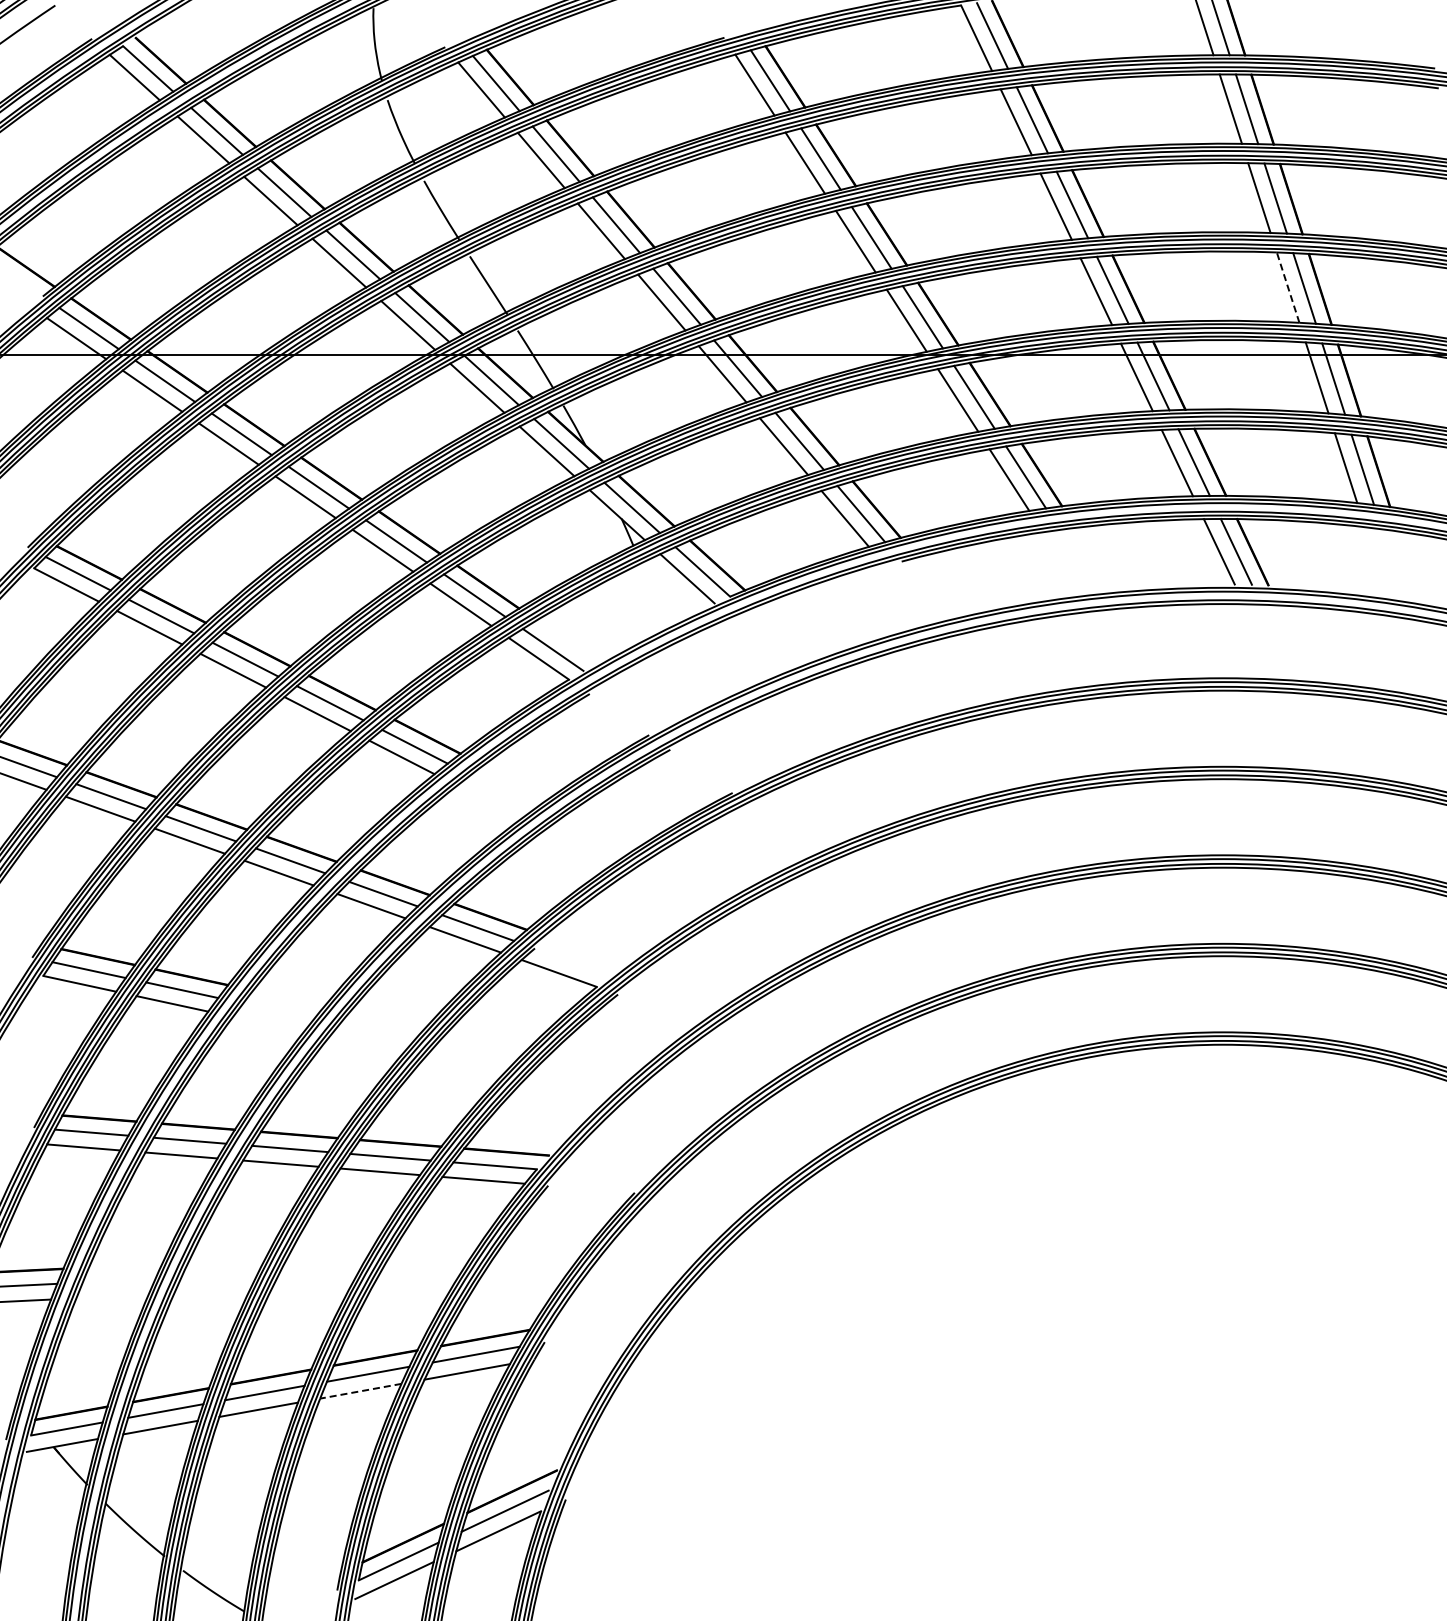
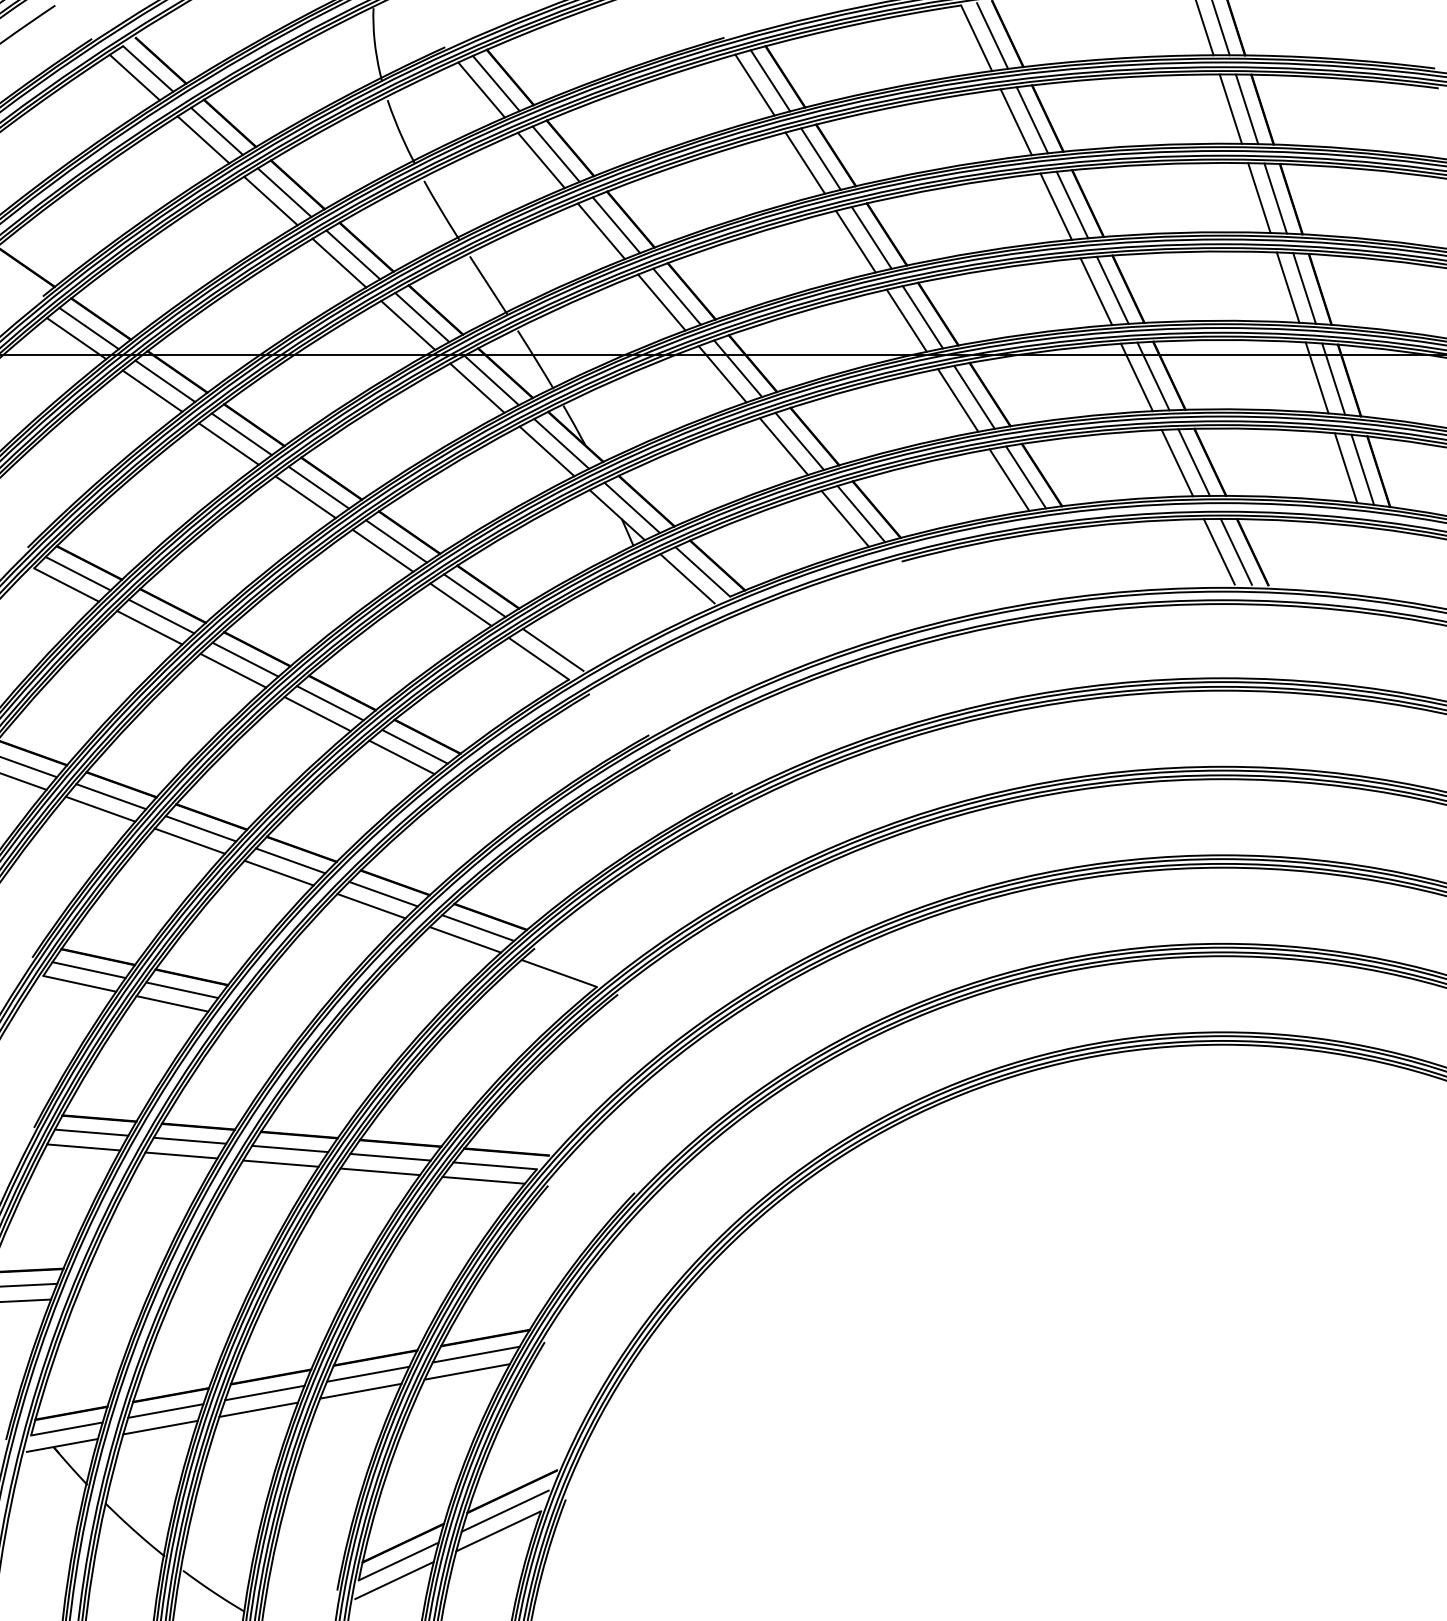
line at (1288, 287): dashed -> solid
line at (360, 1391): dashed -> solid
